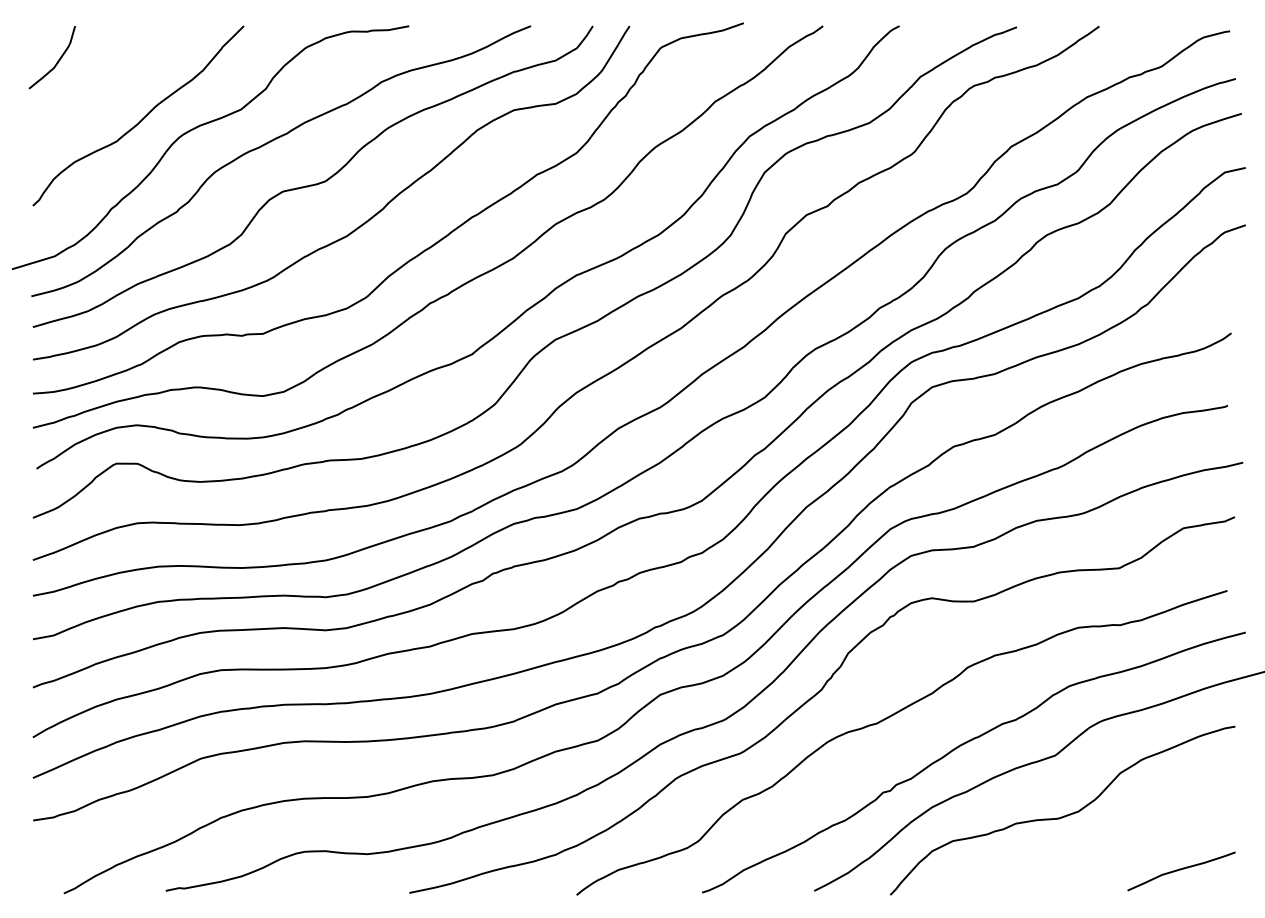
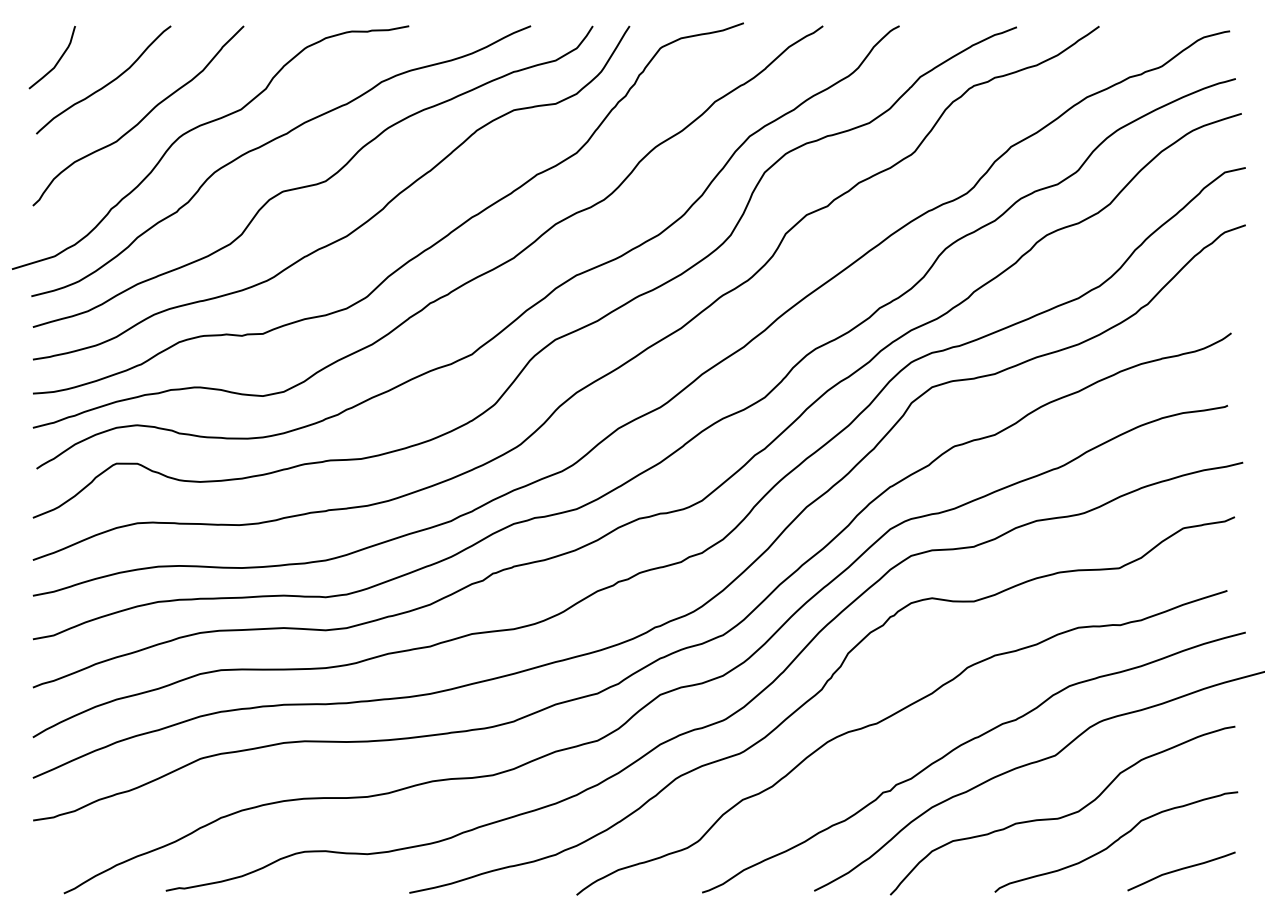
curve at (105, 84): none -> present
curve at (1116, 841): none -> present
